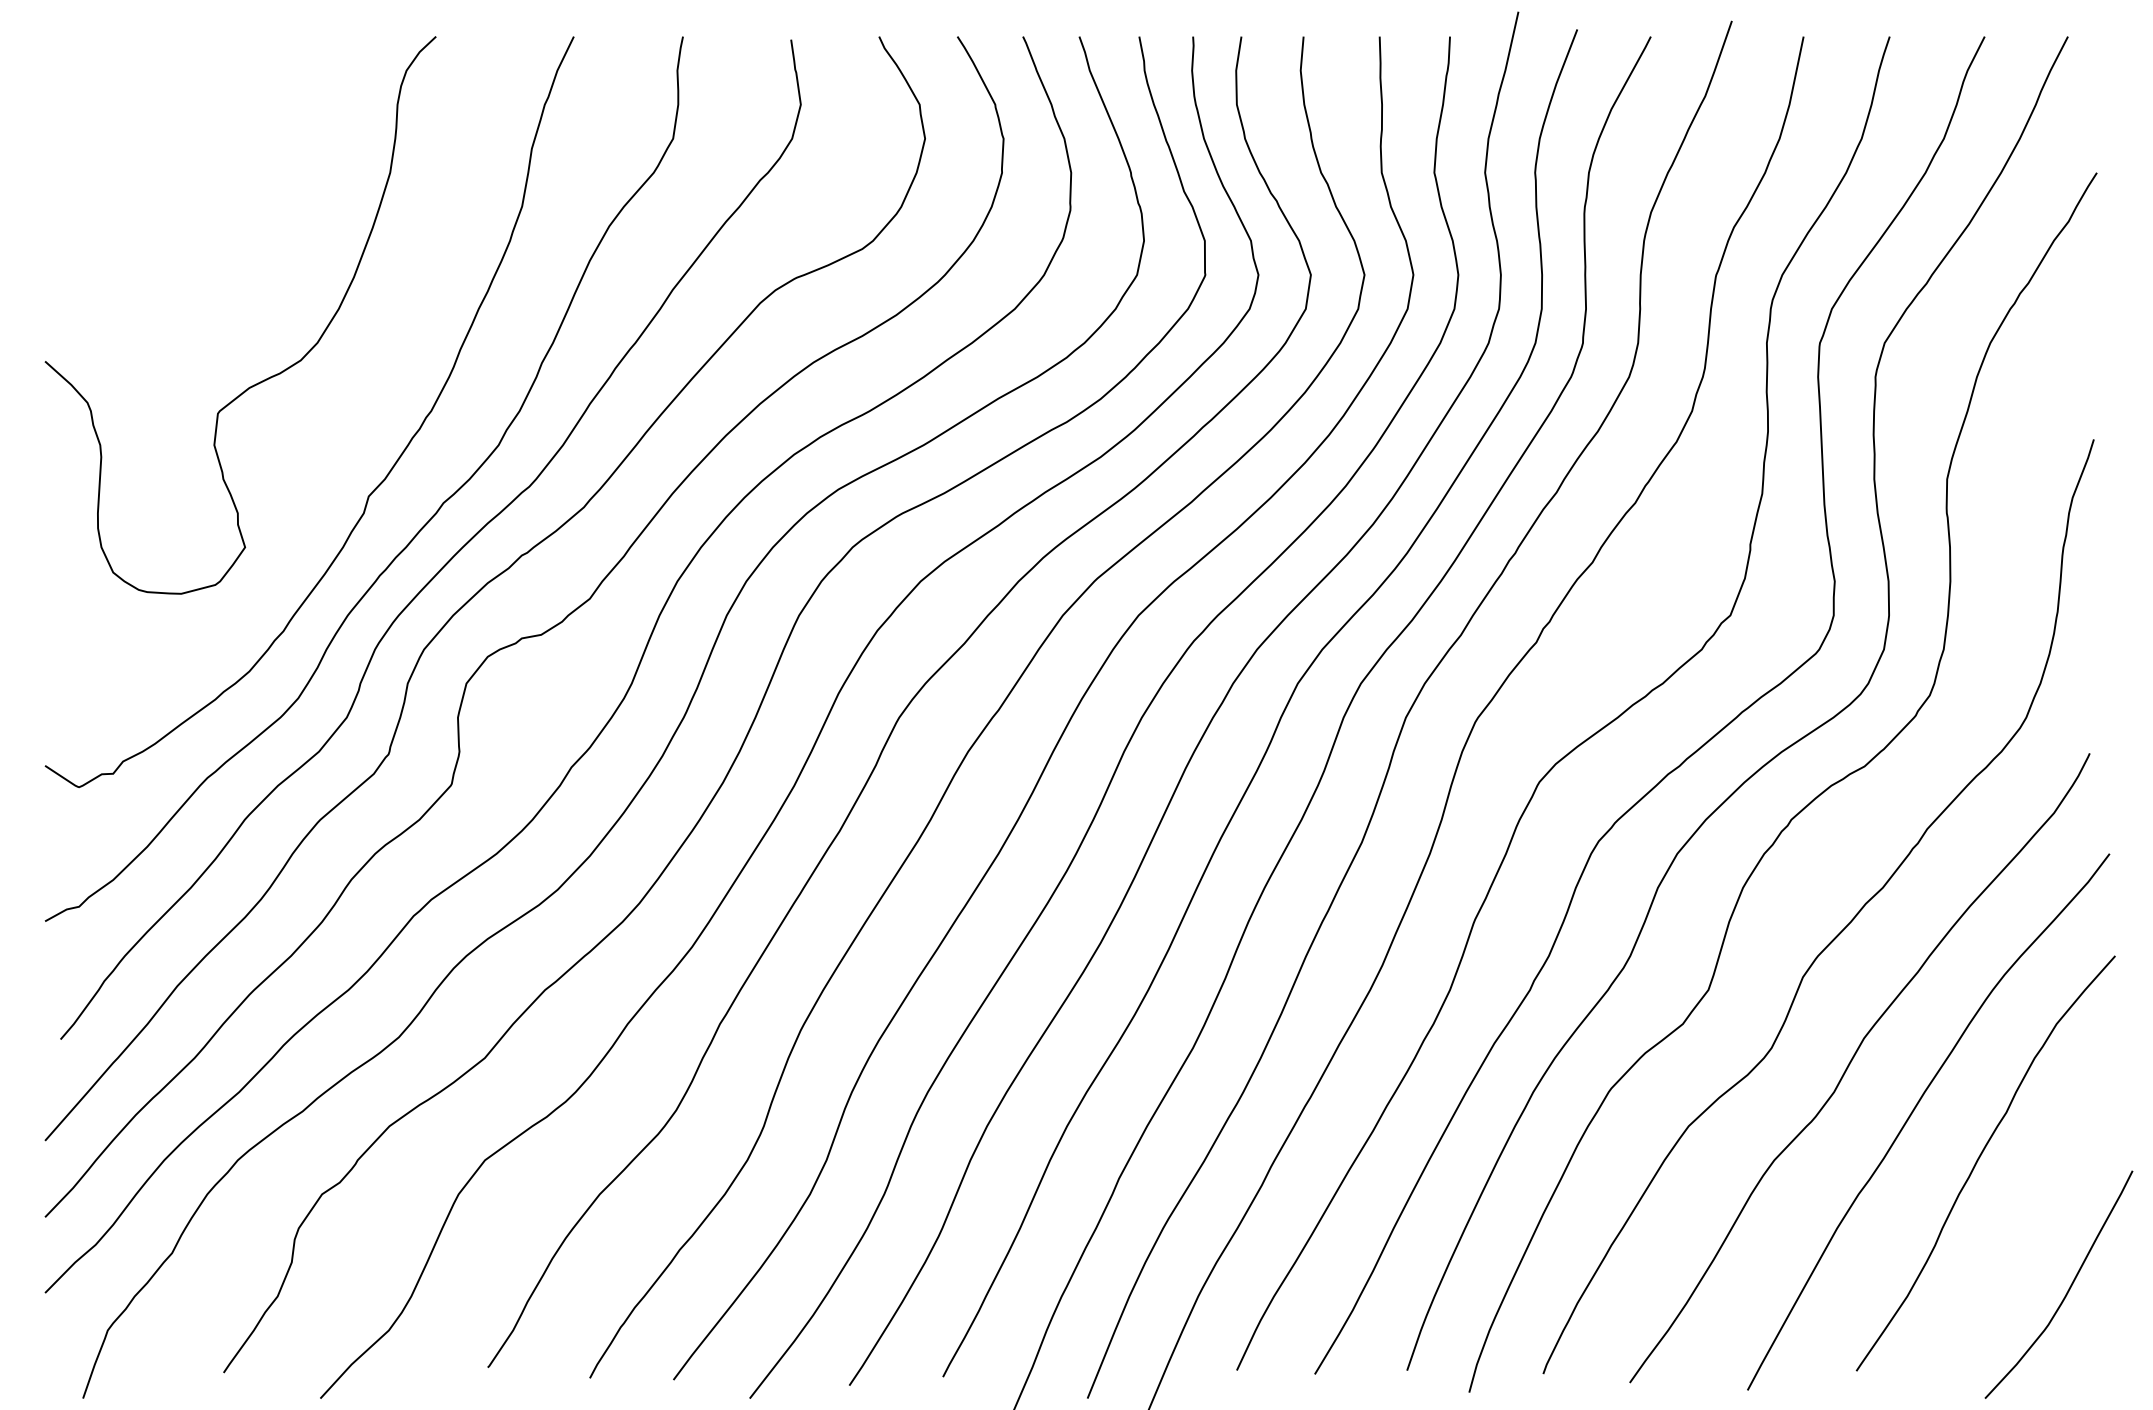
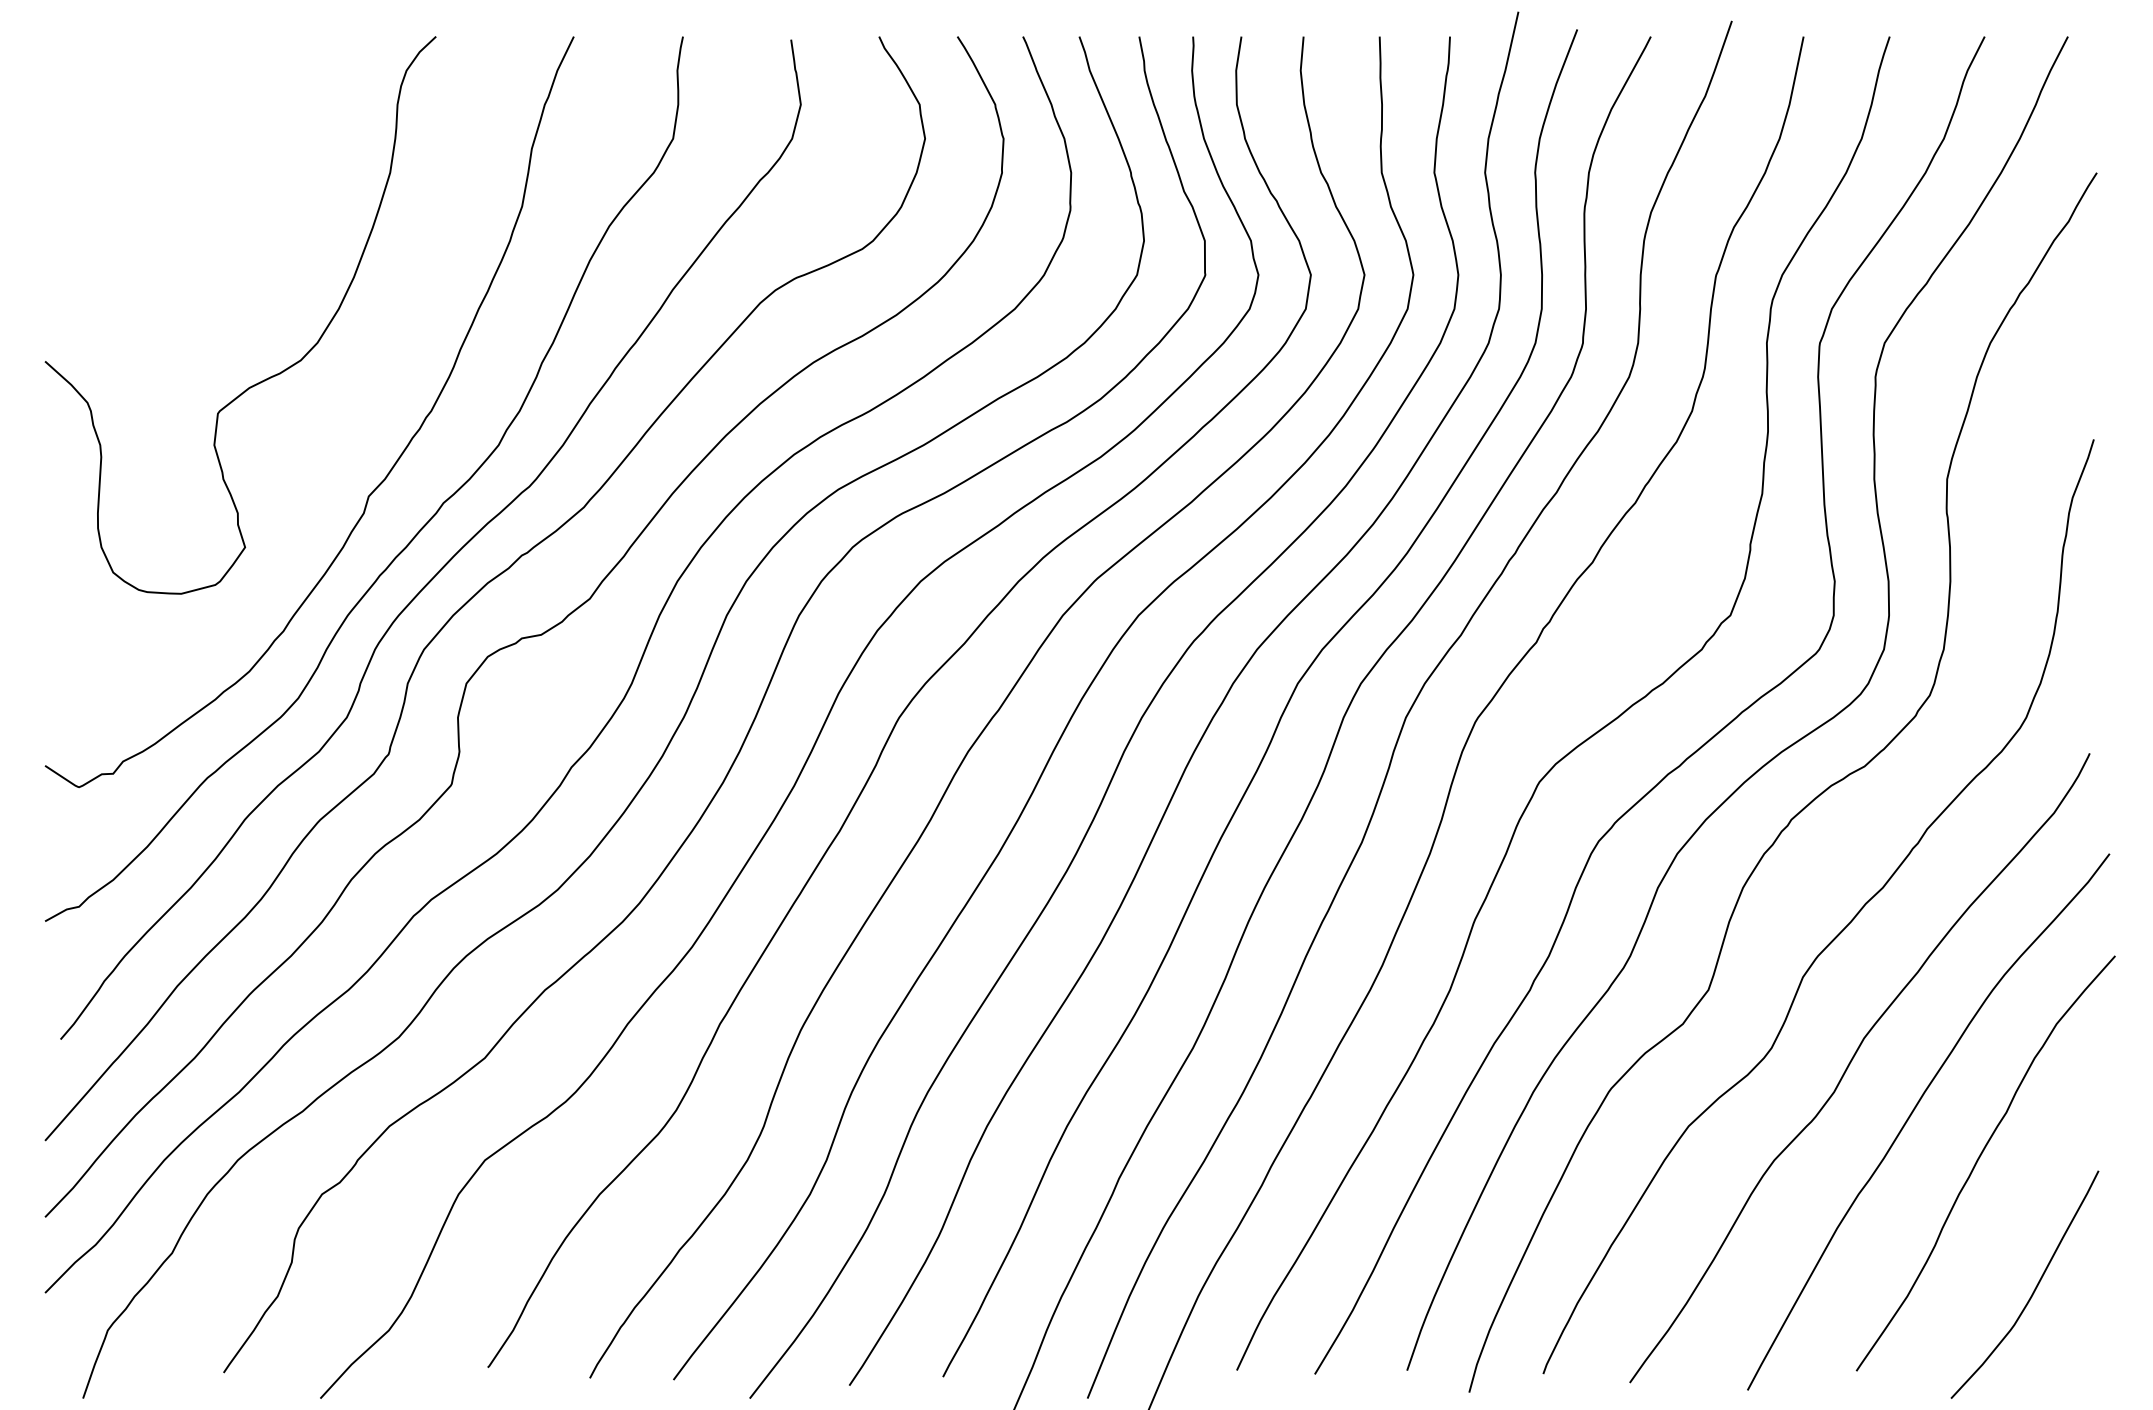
curve at (2068, 1288) position: (2068, 1288) -> (2034, 1288)
